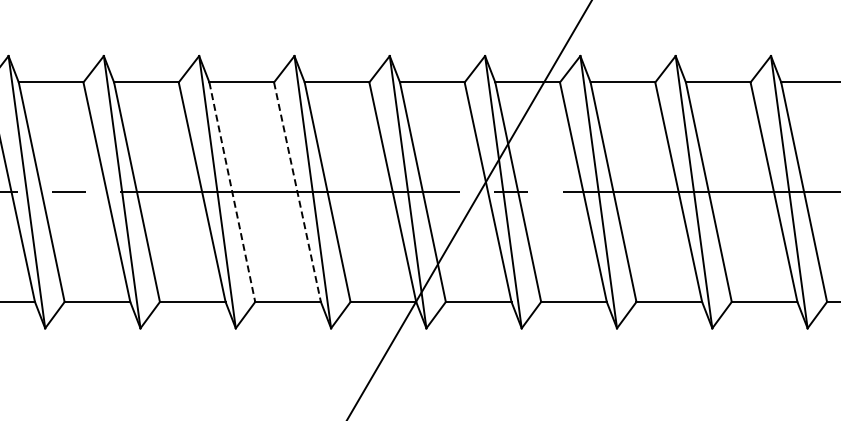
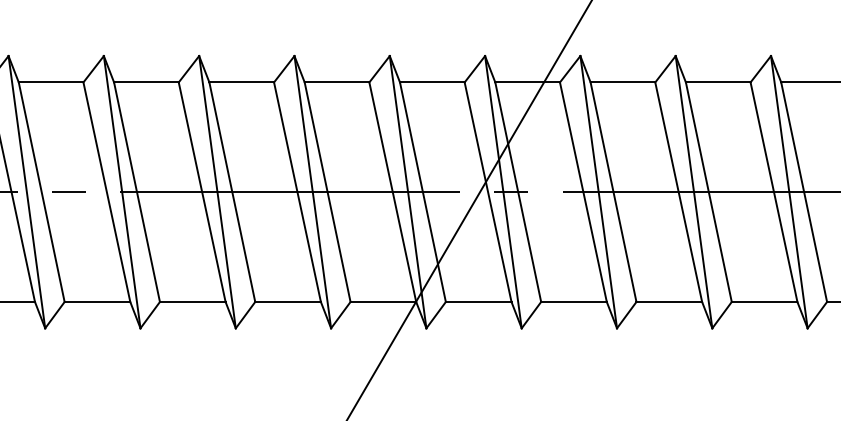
line at (232, 192): dashed -> solid
line at (297, 192): dashed -> solid
